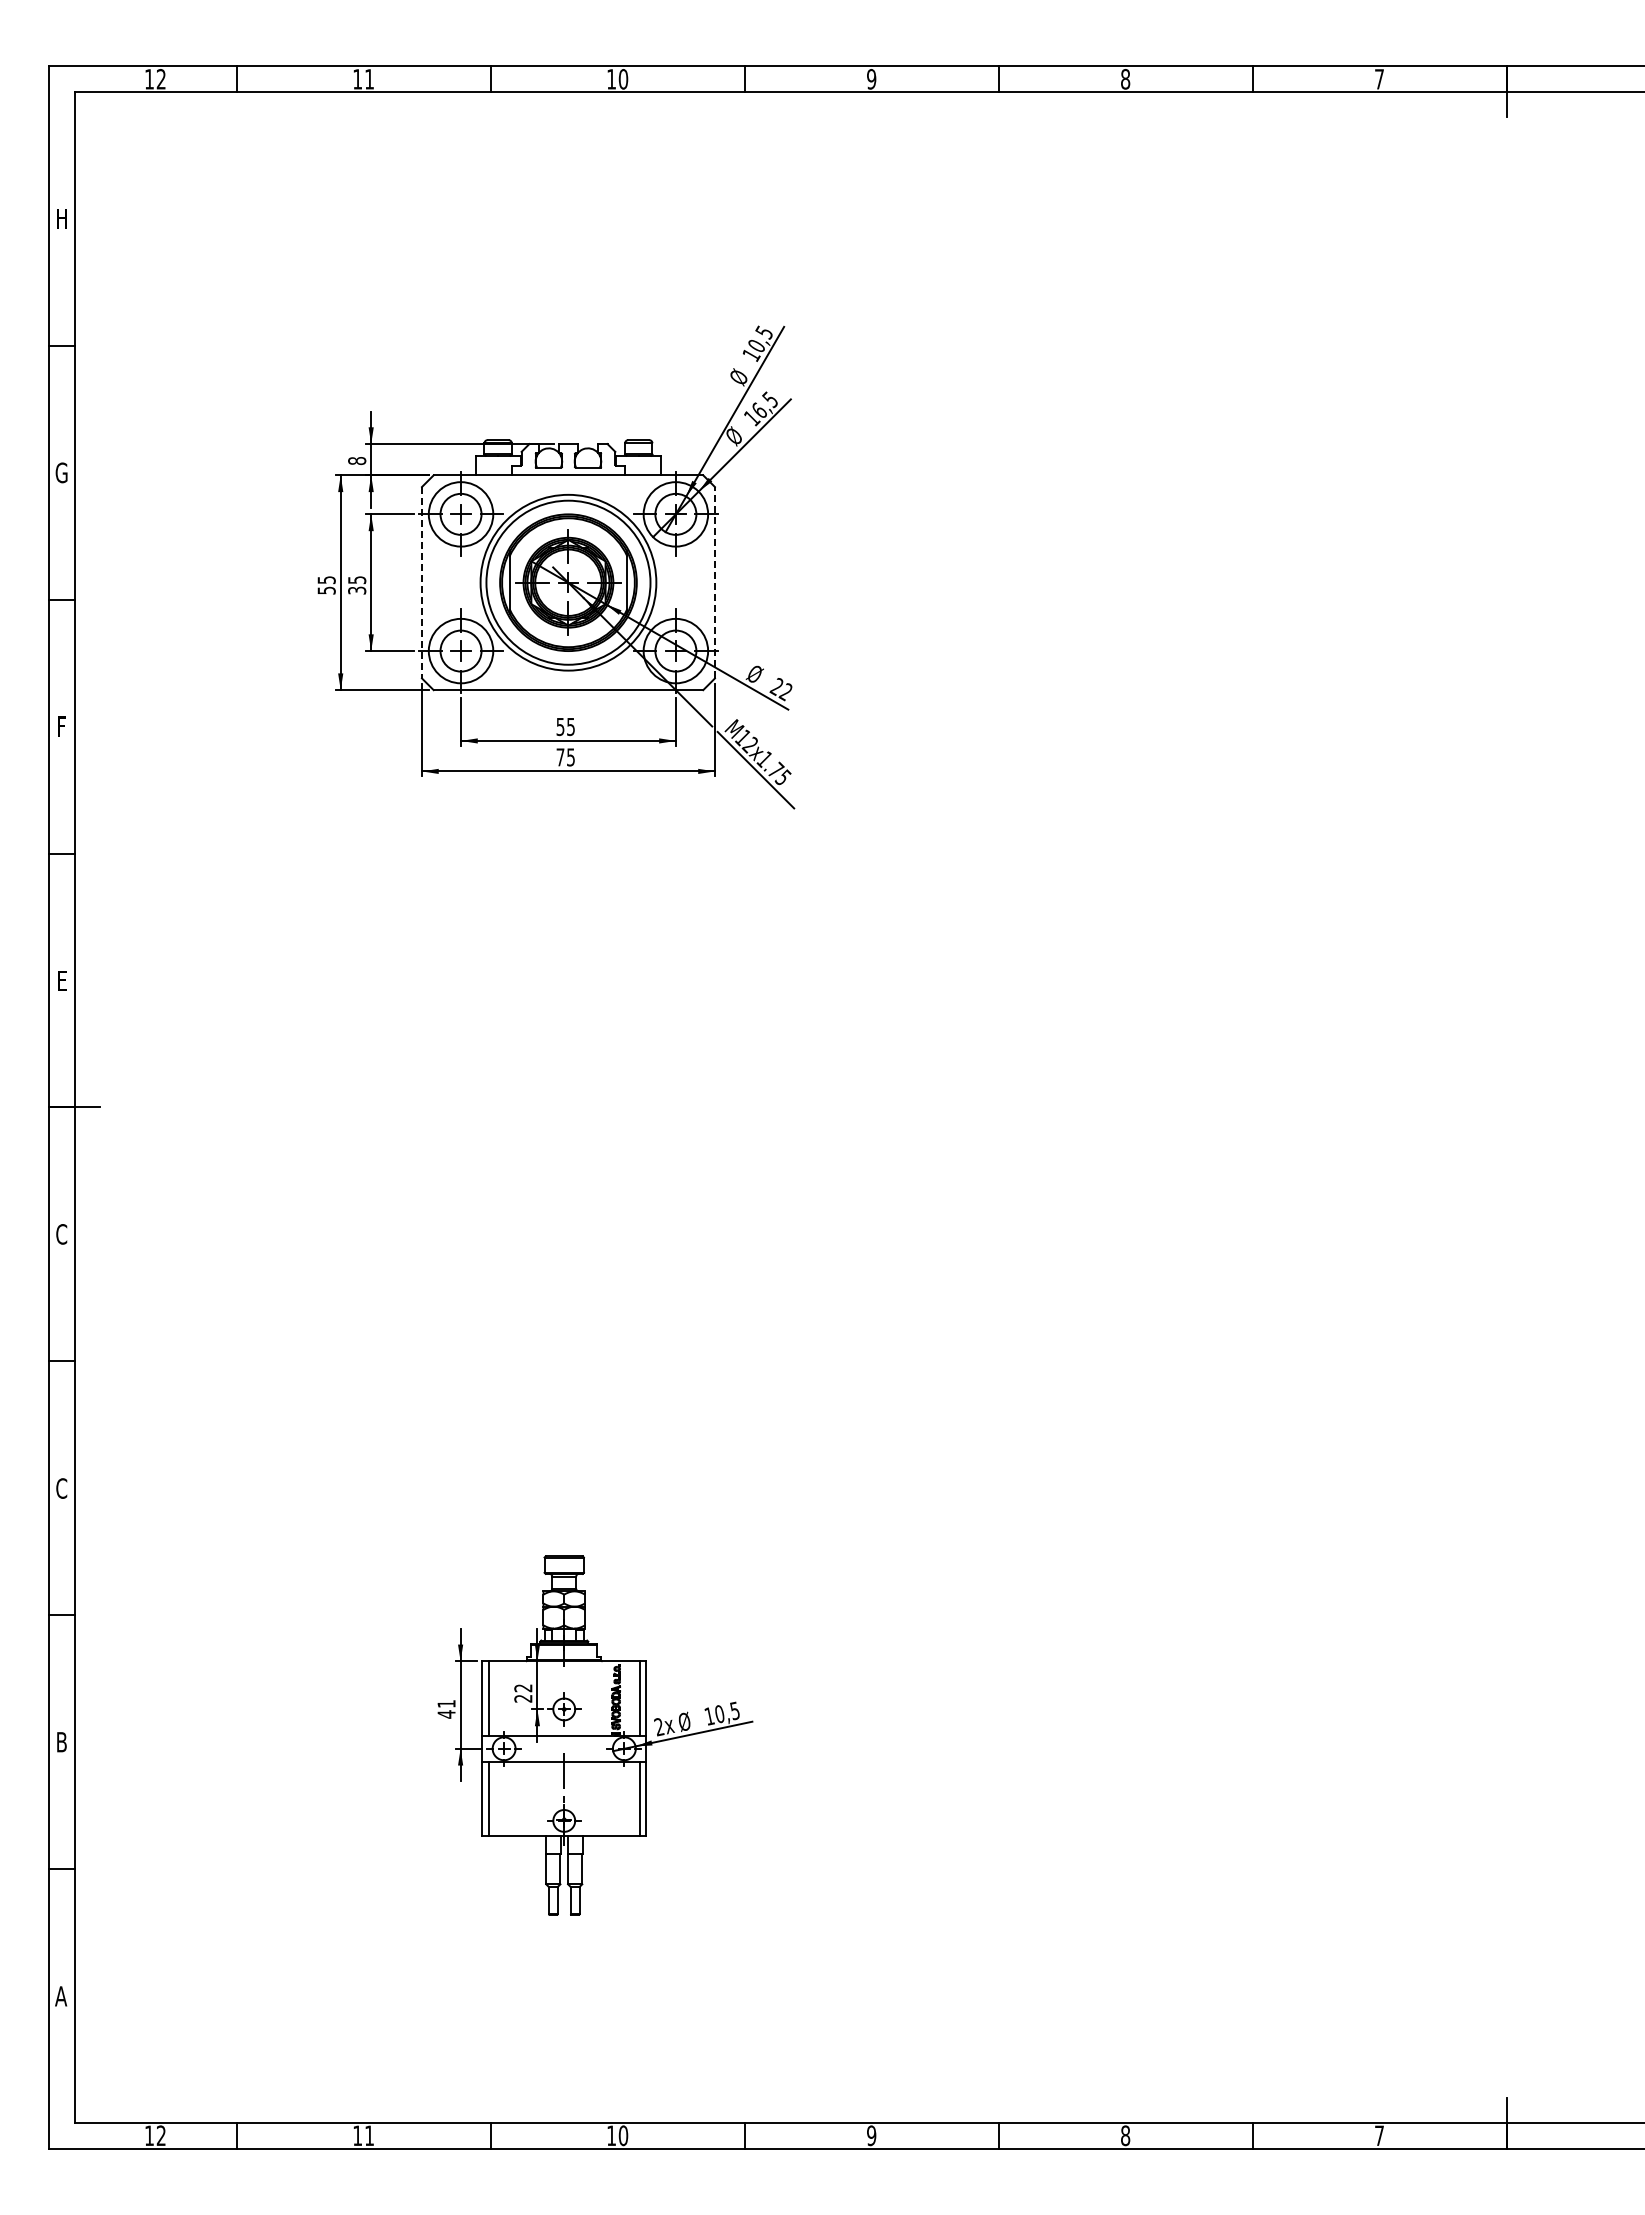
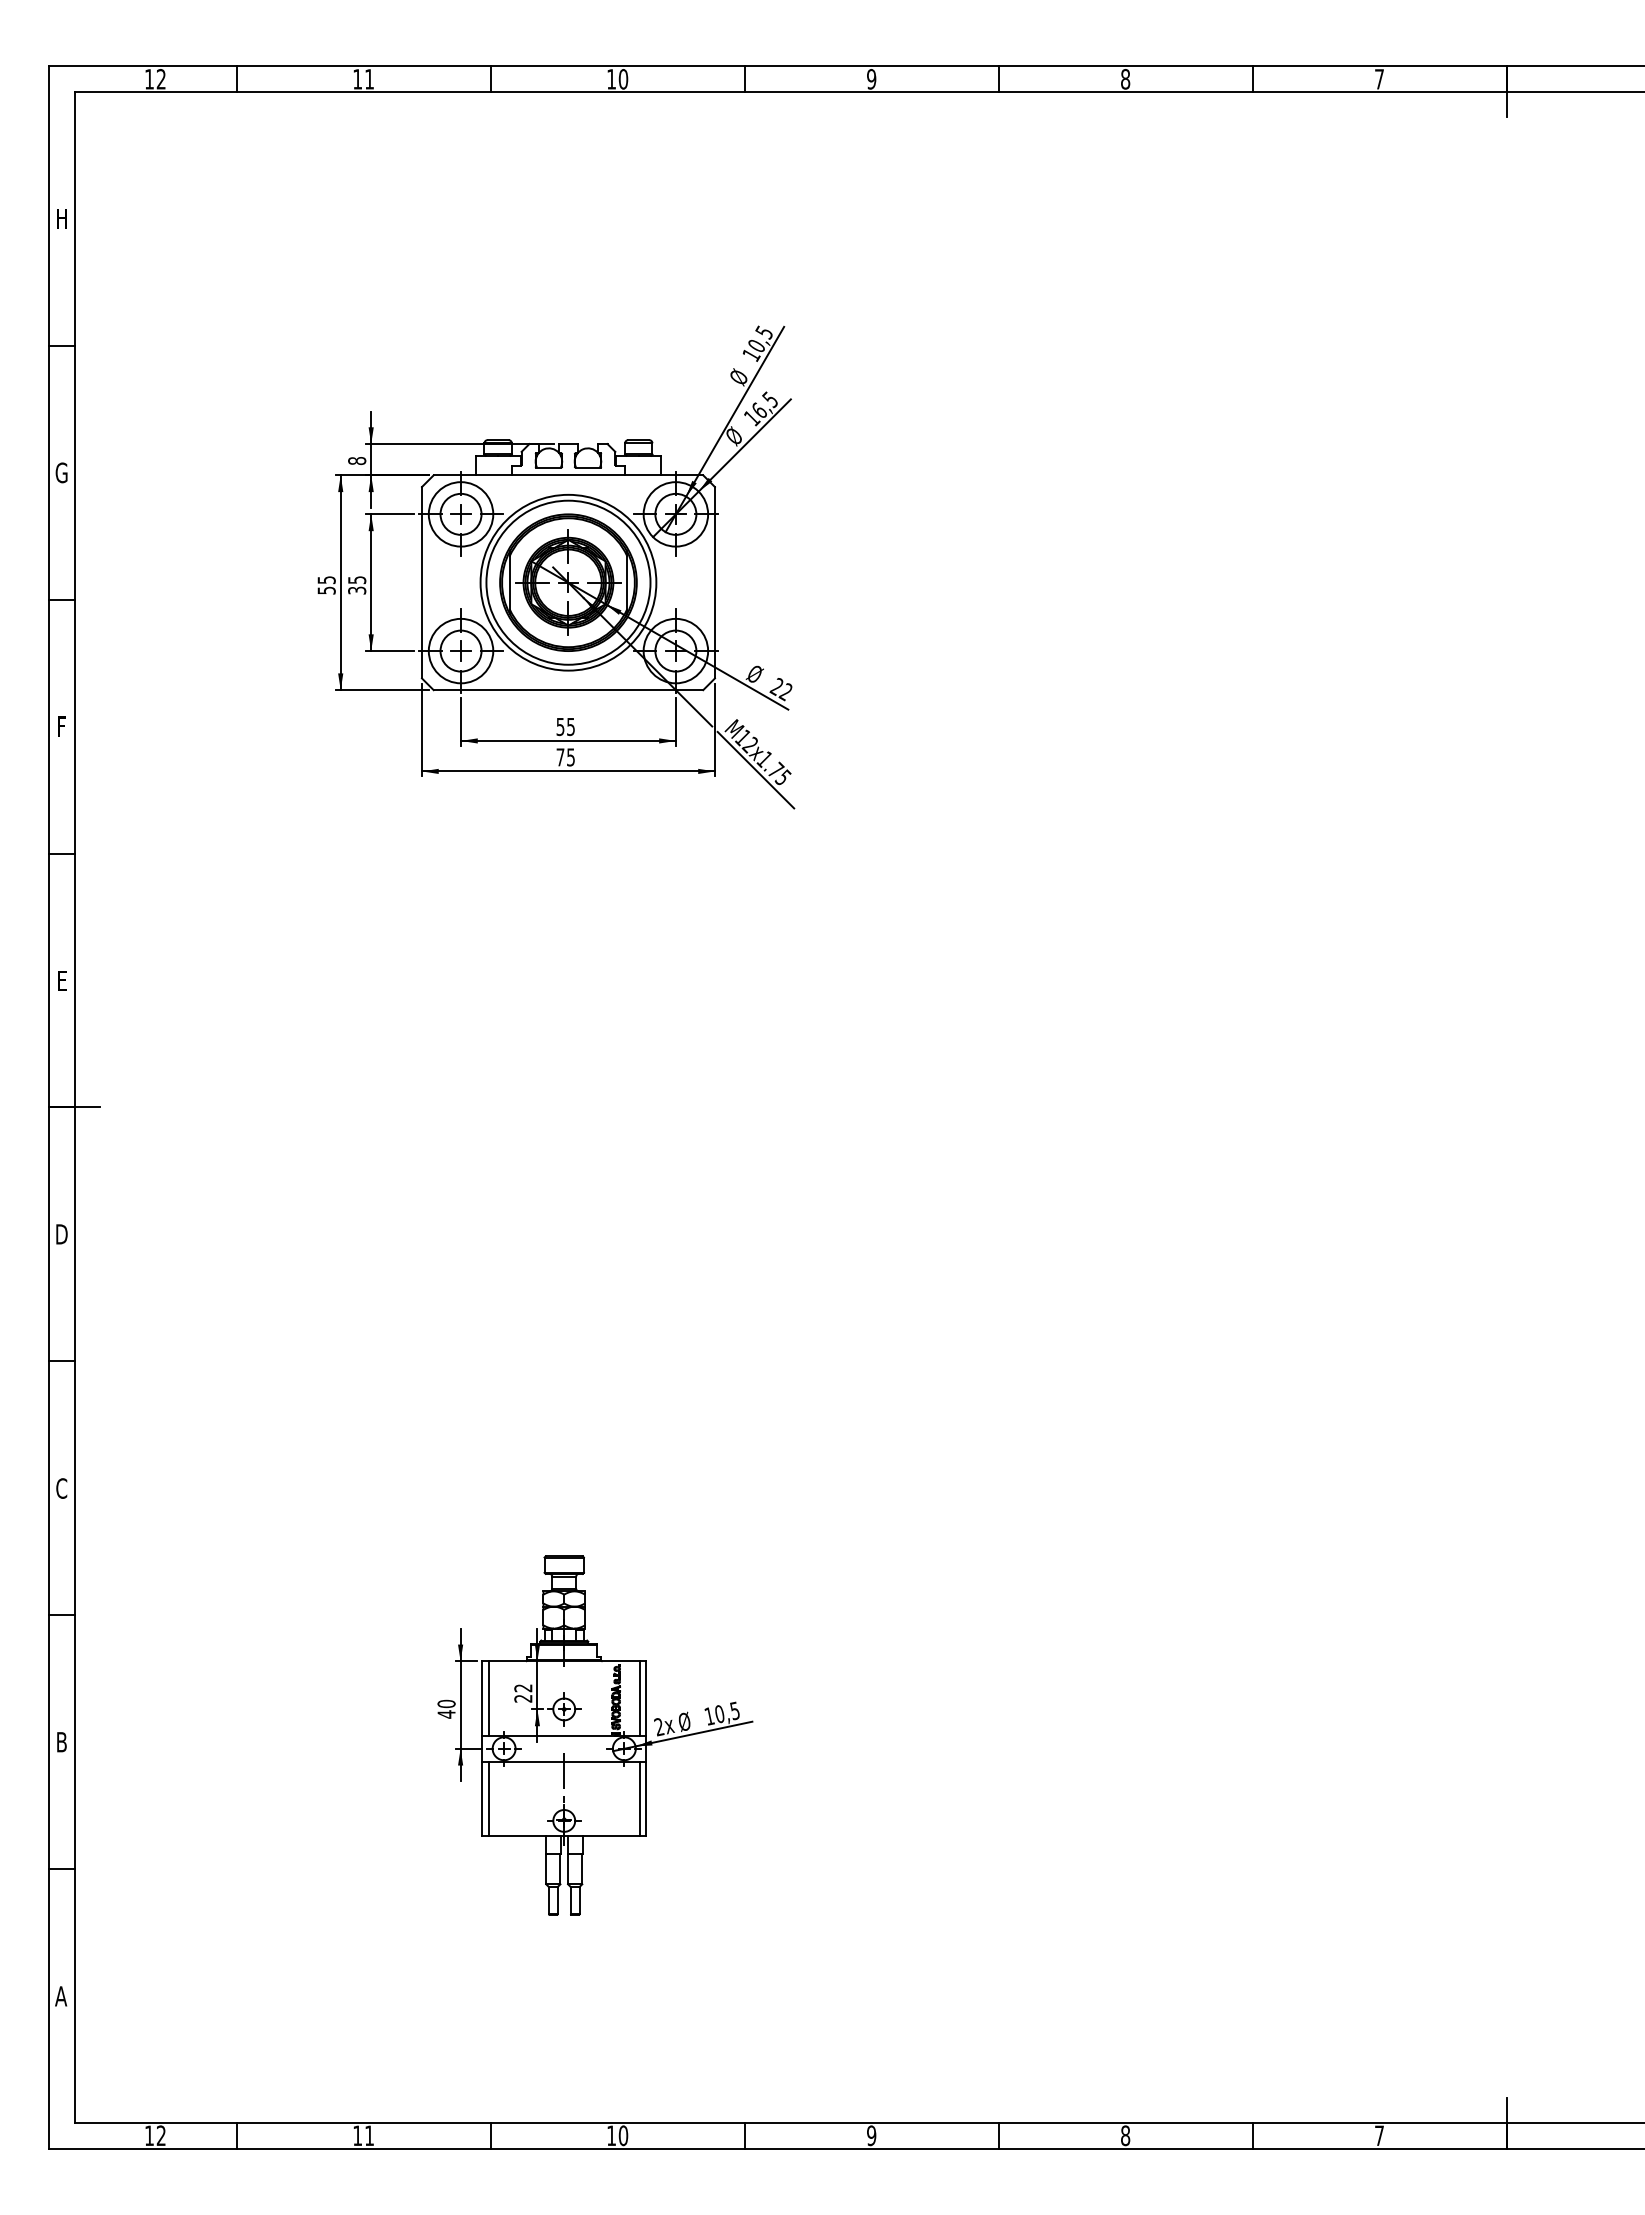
line at (421, 582): dashed -> solid
line at (714, 582): dashed -> solid
text at (61, 1234): C -> D
text at (446, 1703): 41 -> 40
